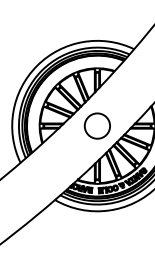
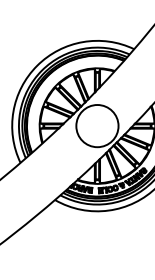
circle at (97, 125) diameter: 25 px -> 42 px
